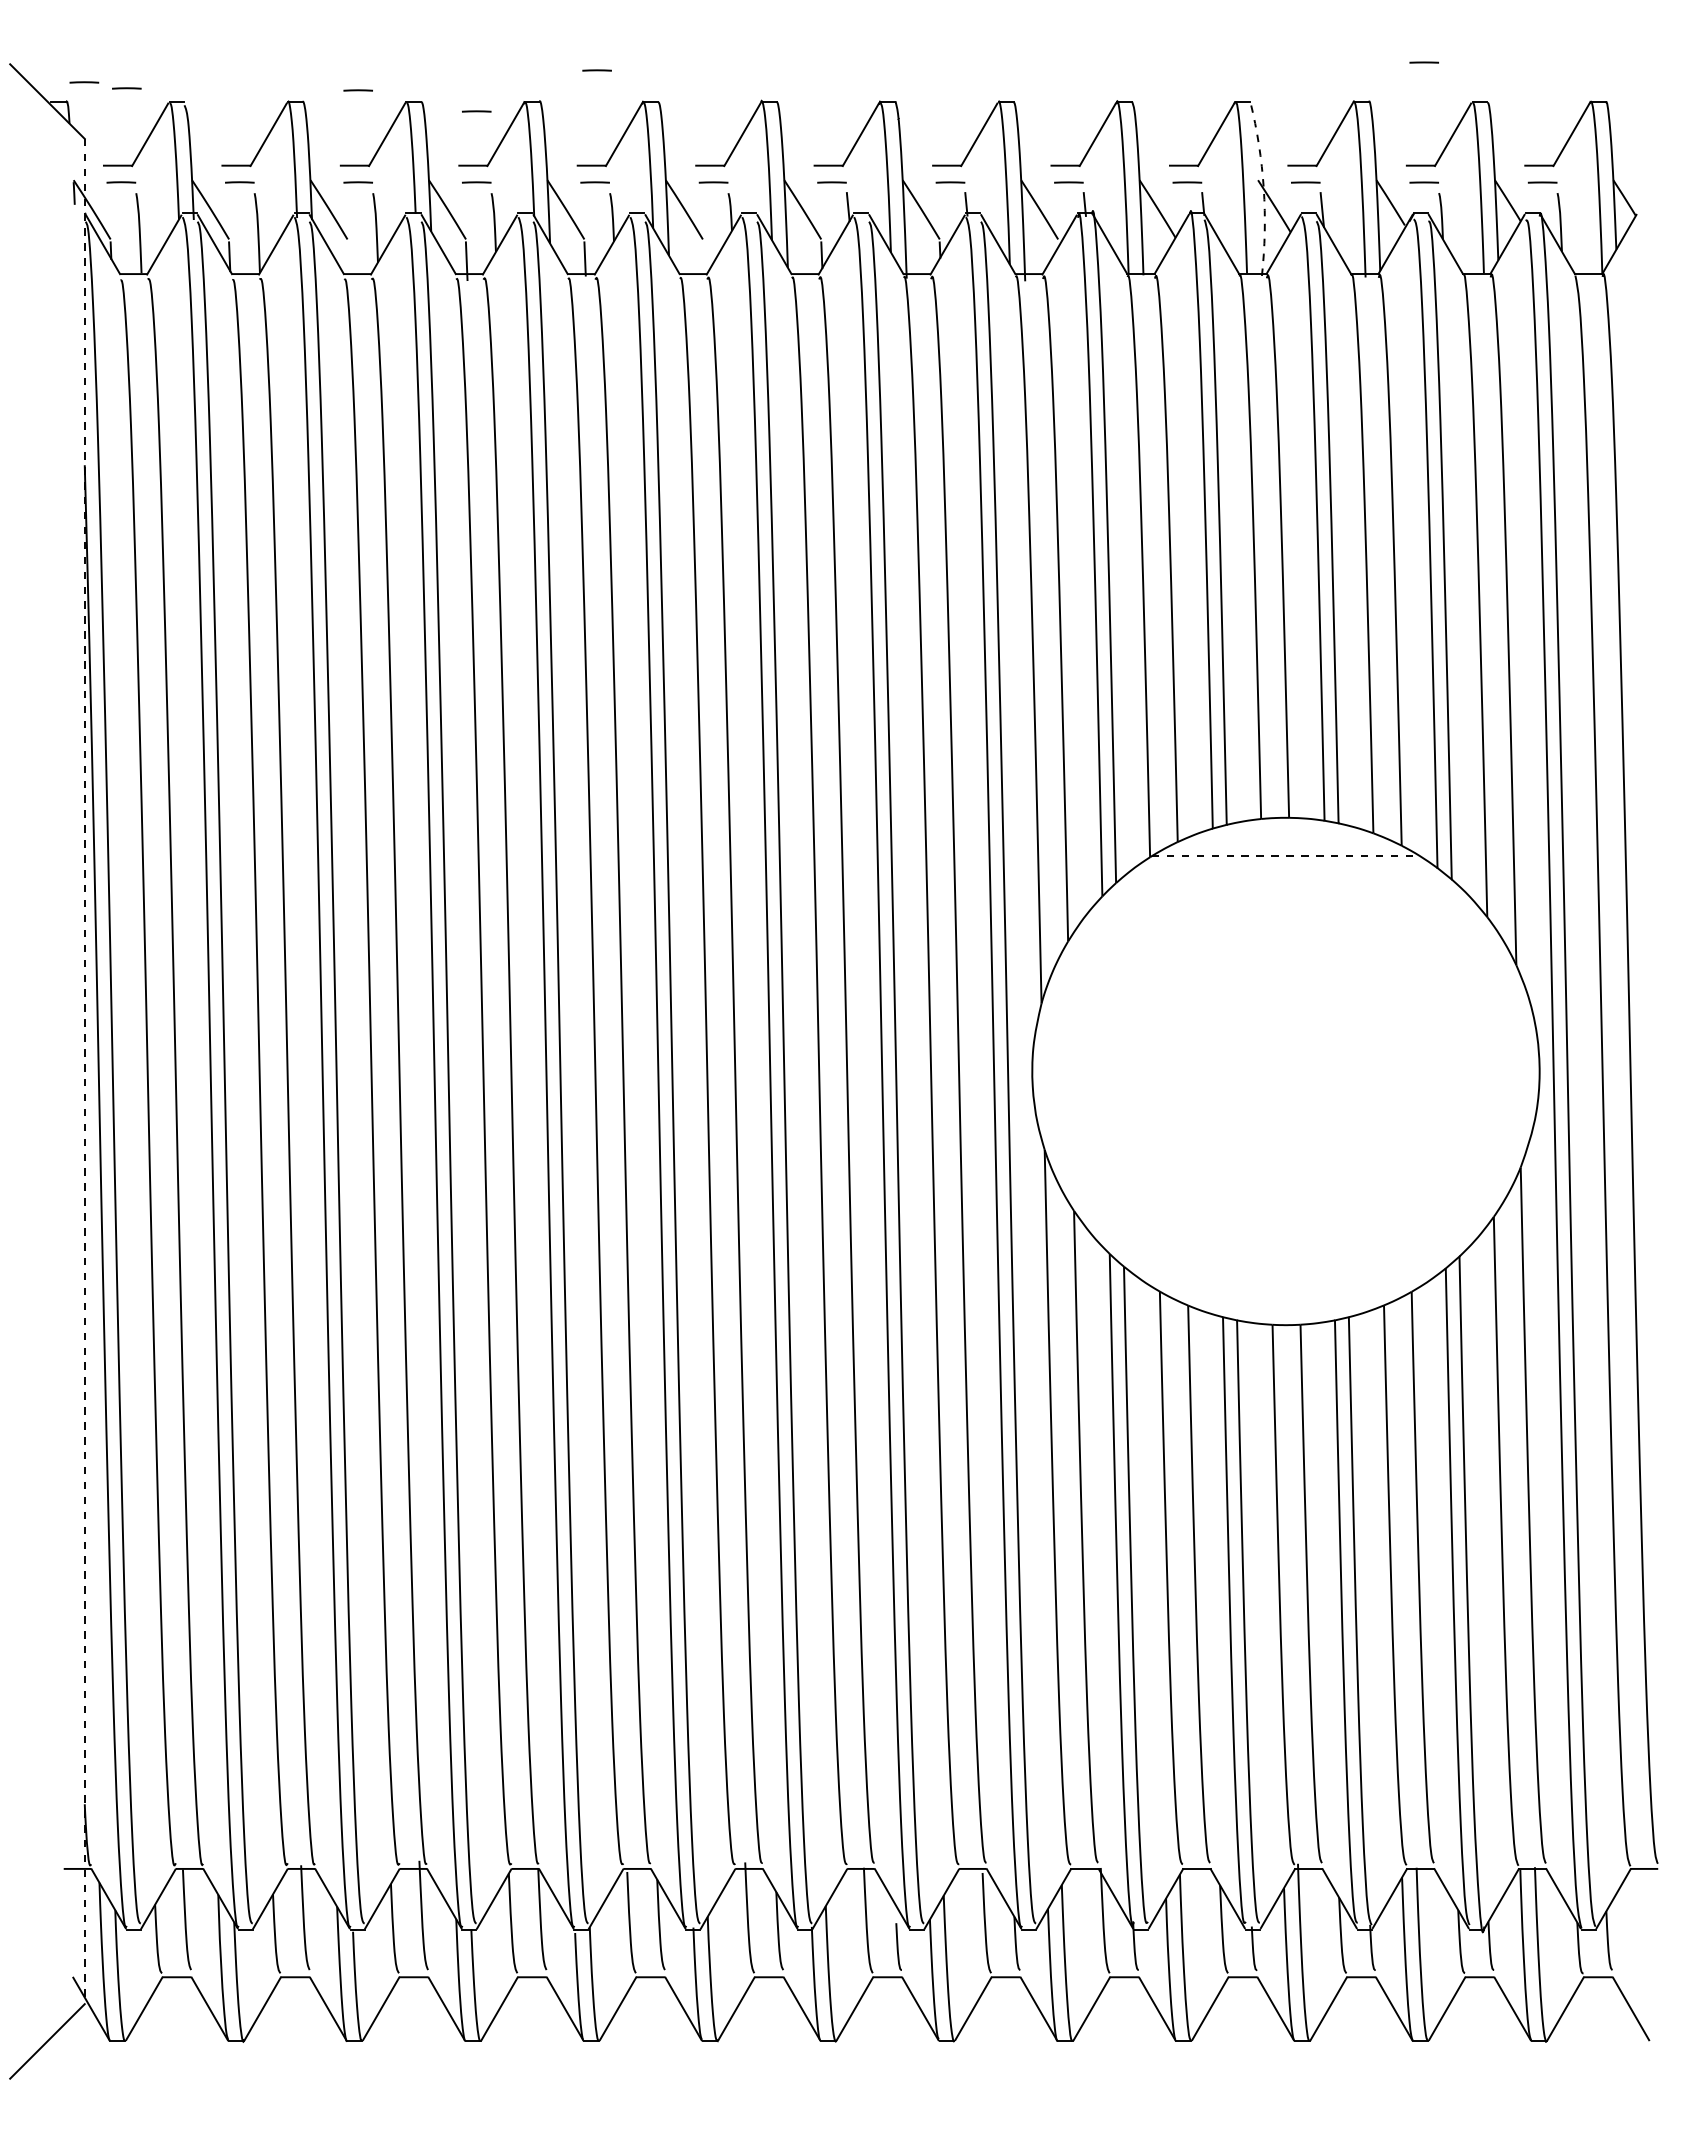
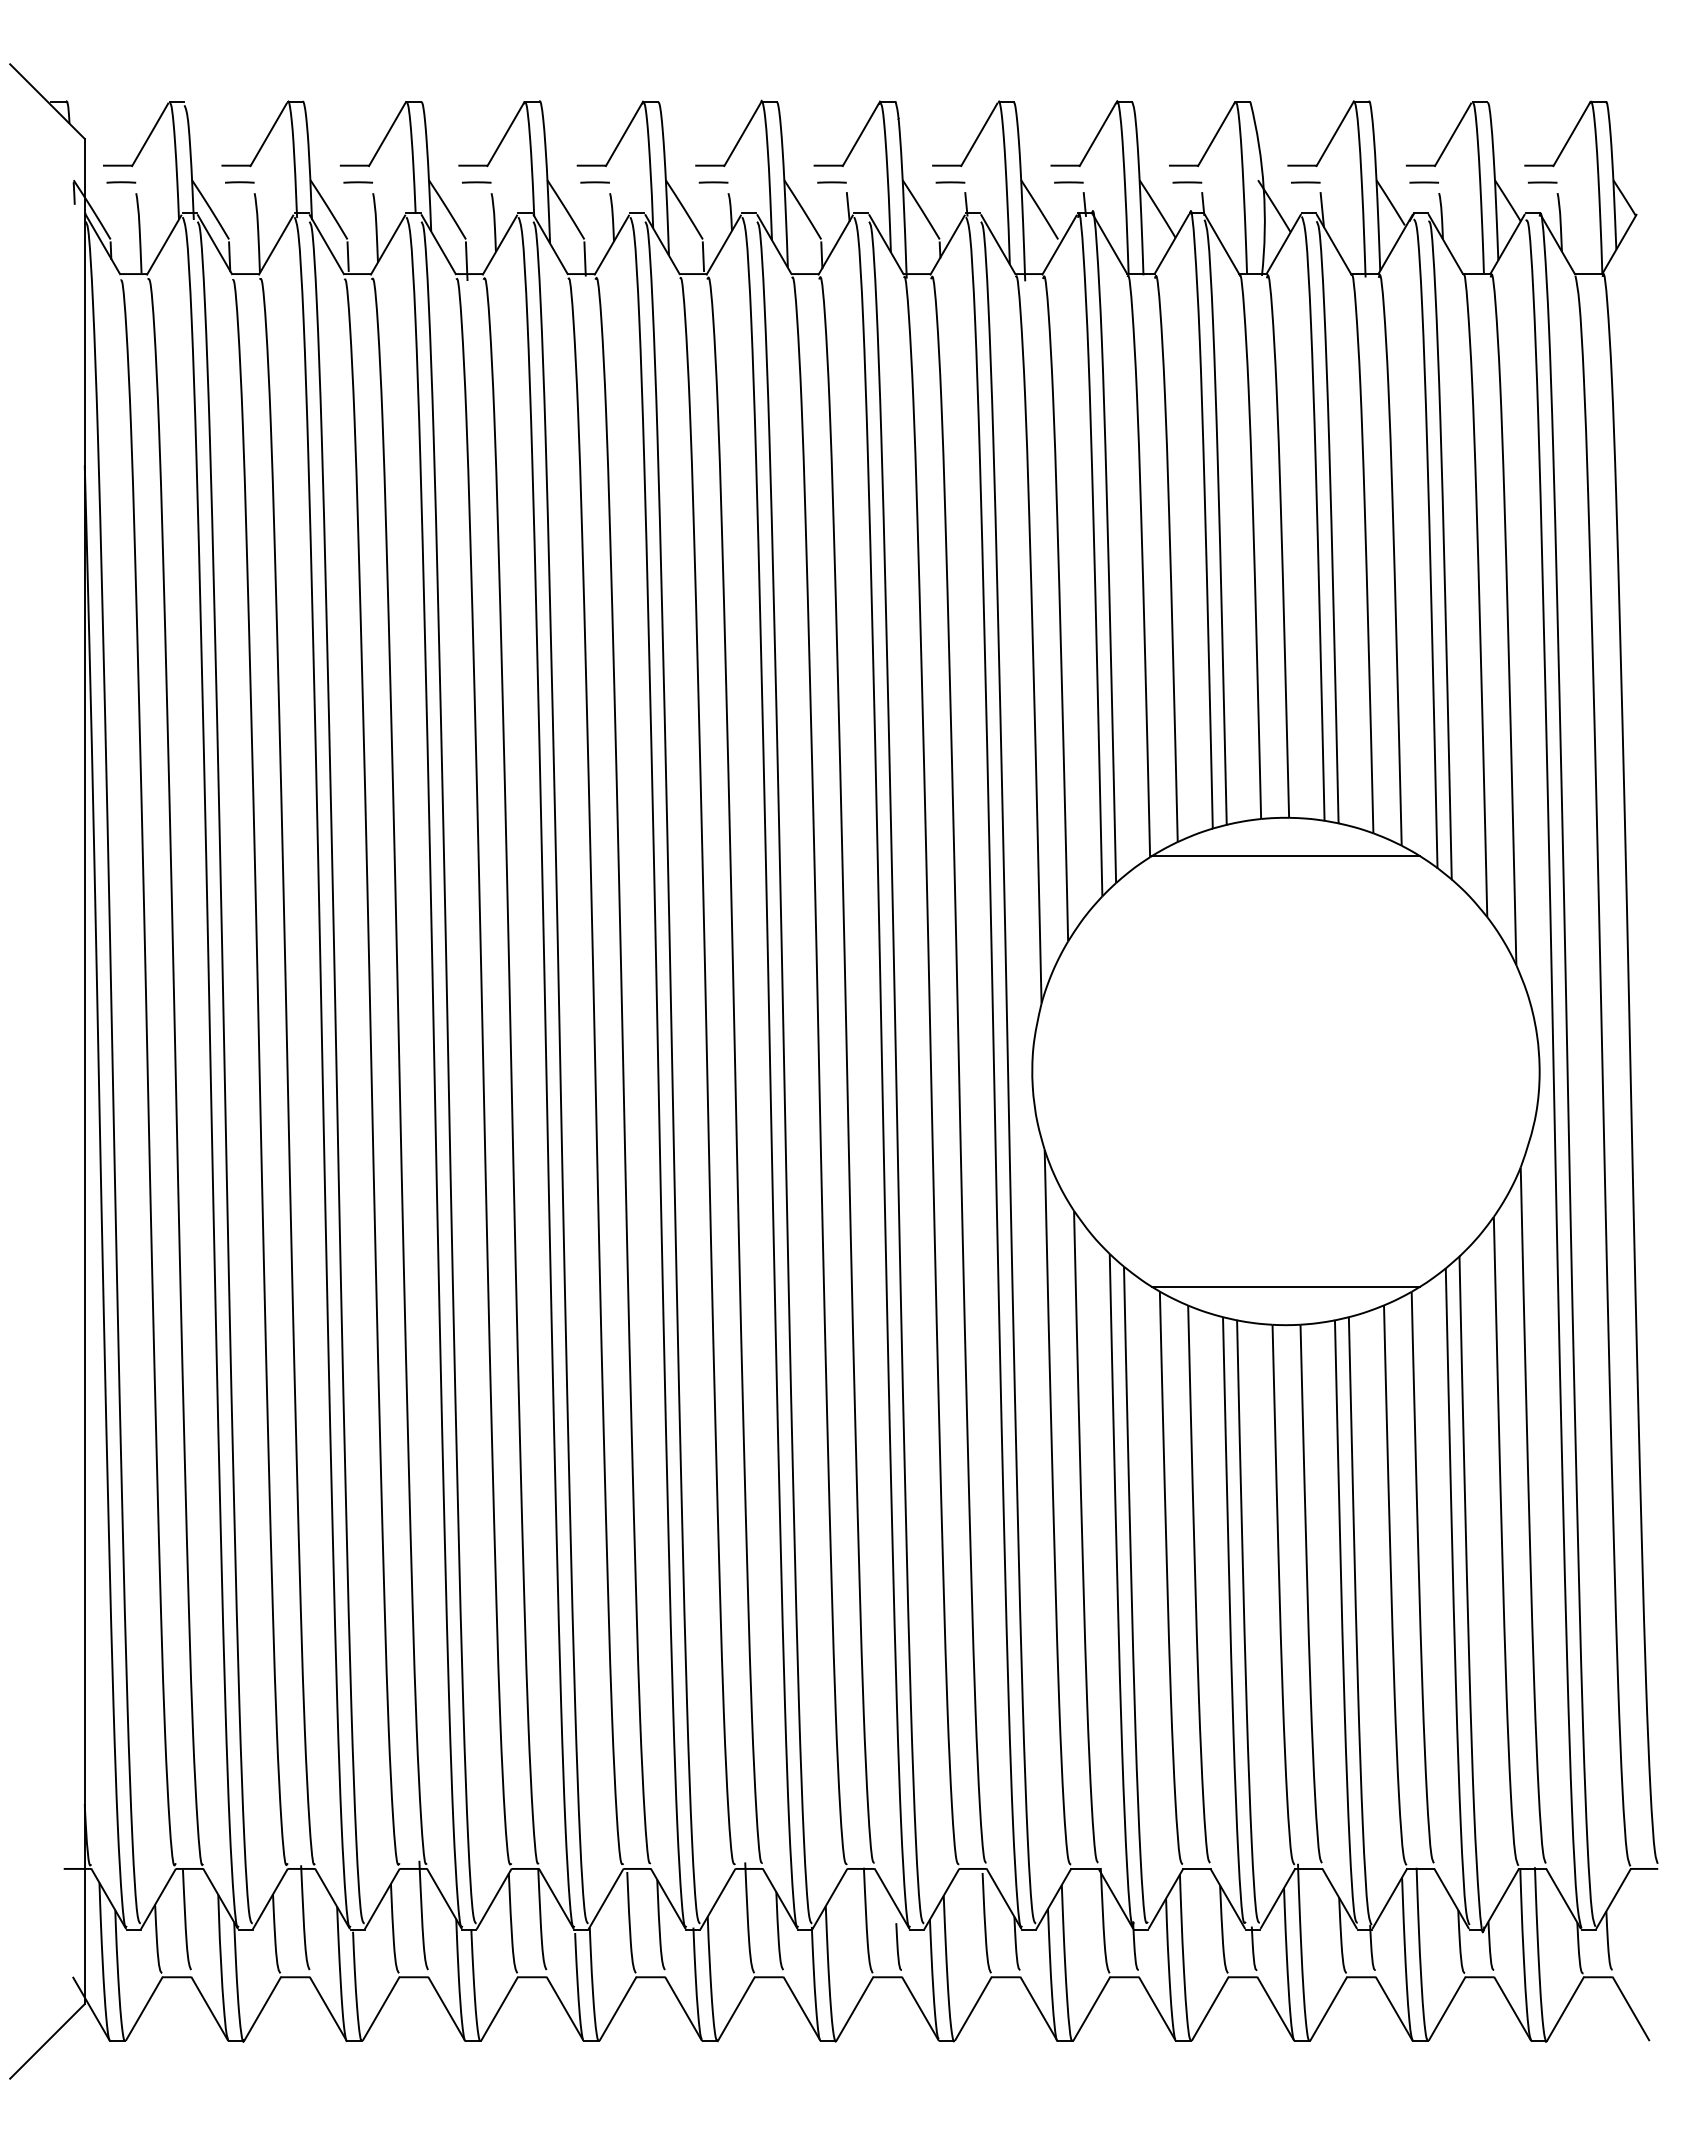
line at (1423, 62): present -> none
line at (596, 70): present -> none
line at (84, 82): present -> none
line at (126, 88): present -> none
line at (357, 90): present -> none
line at (476, 111): present -> none
arc at (1263, 188): dashed -> solid
line at (347, 256): none -> present
line at (703, 256): none -> present
line at (1286, 856): dashed -> solid
line at (84, 1071): dashed -> solid
line at (1285, 1286): none -> present
